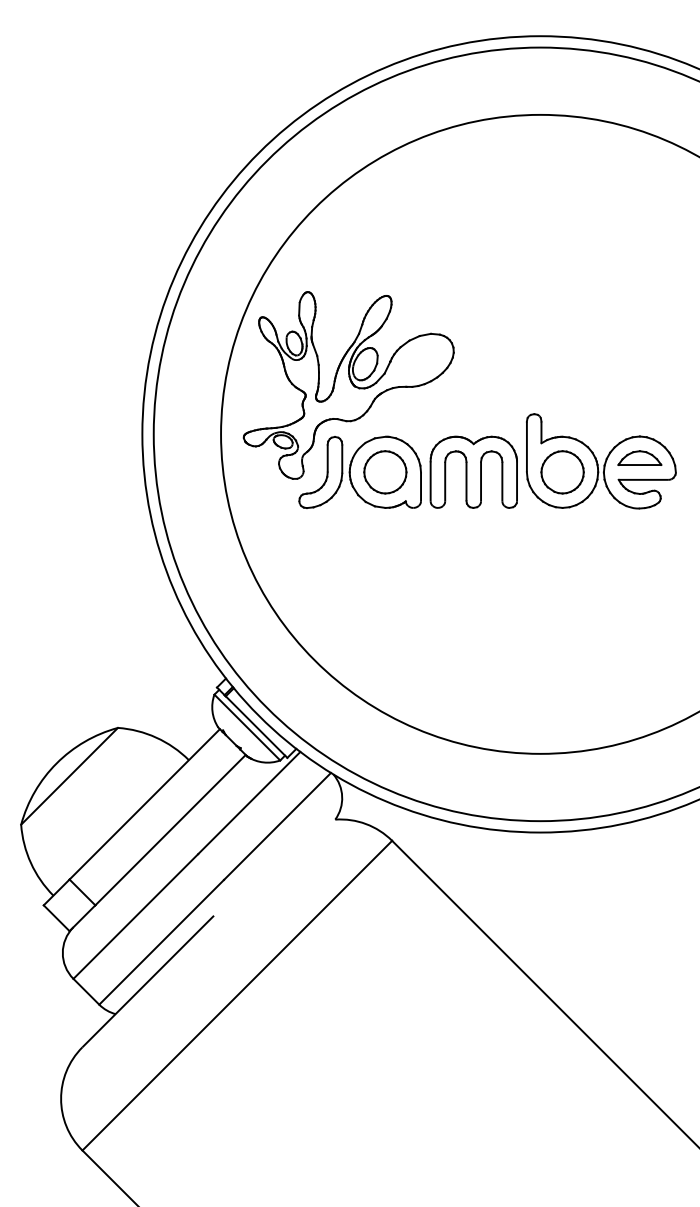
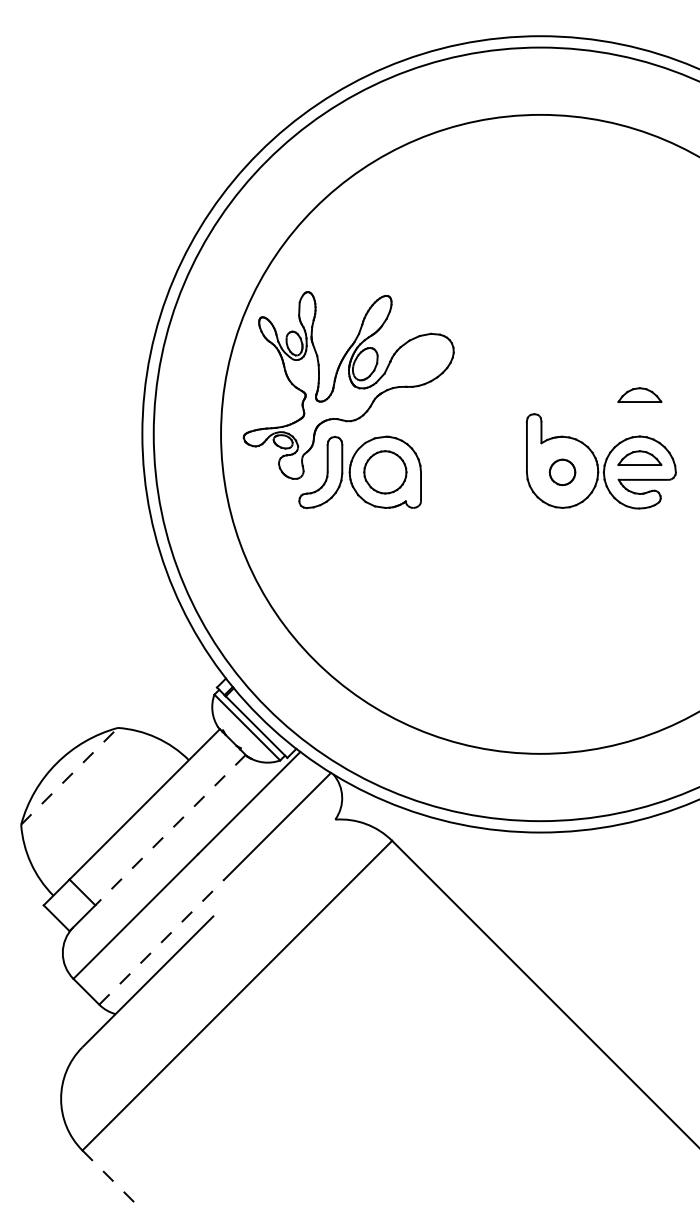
part at (639, 394): none -> present
part at (473, 471): present -> none
part at (562, 472) size: 45x45 px -> 29x29 px
line at (69, 775): solid -> dashed
line at (170, 830): solid -> dashed
line at (162, 941): solid -> dashed
line at (110, 1178): solid -> dashed
